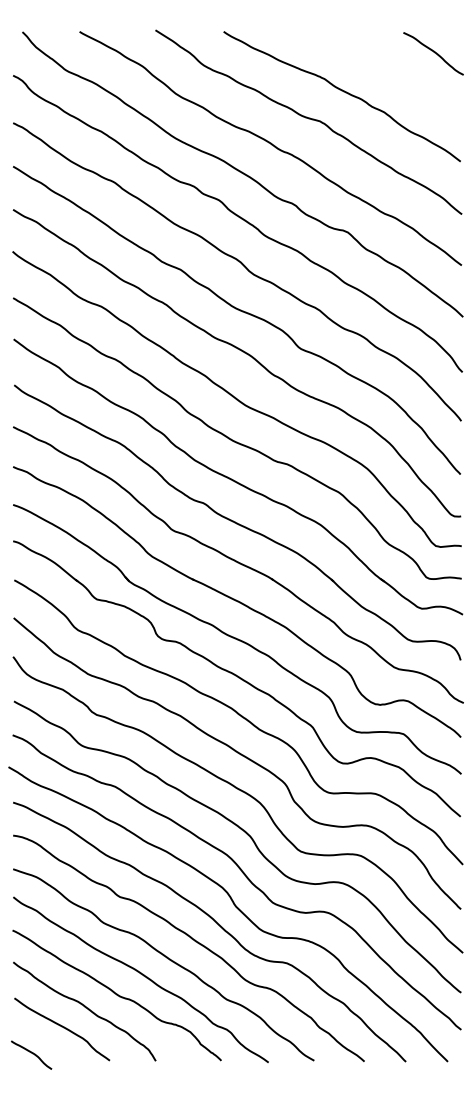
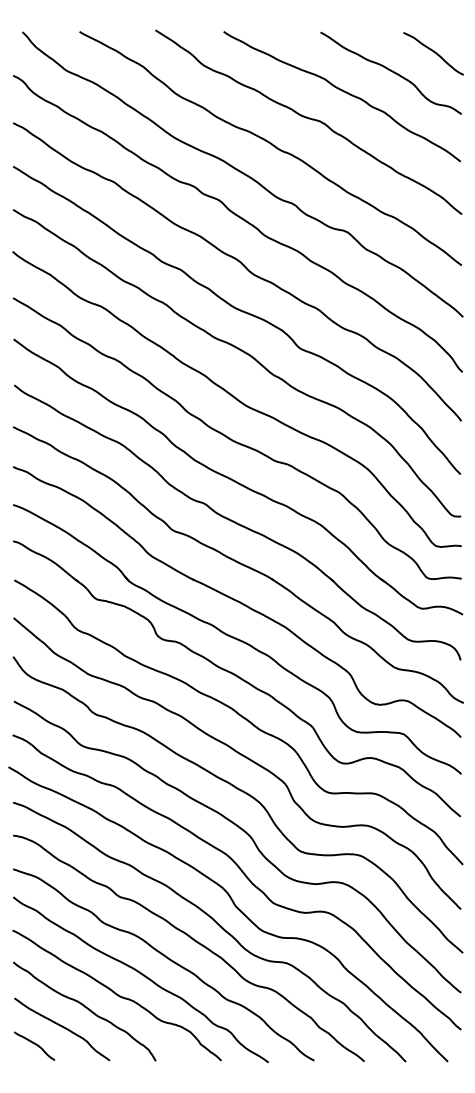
curve at (390, 71): none -> present
curve at (31, 1053) position: (31, 1053) -> (34, 1044)
